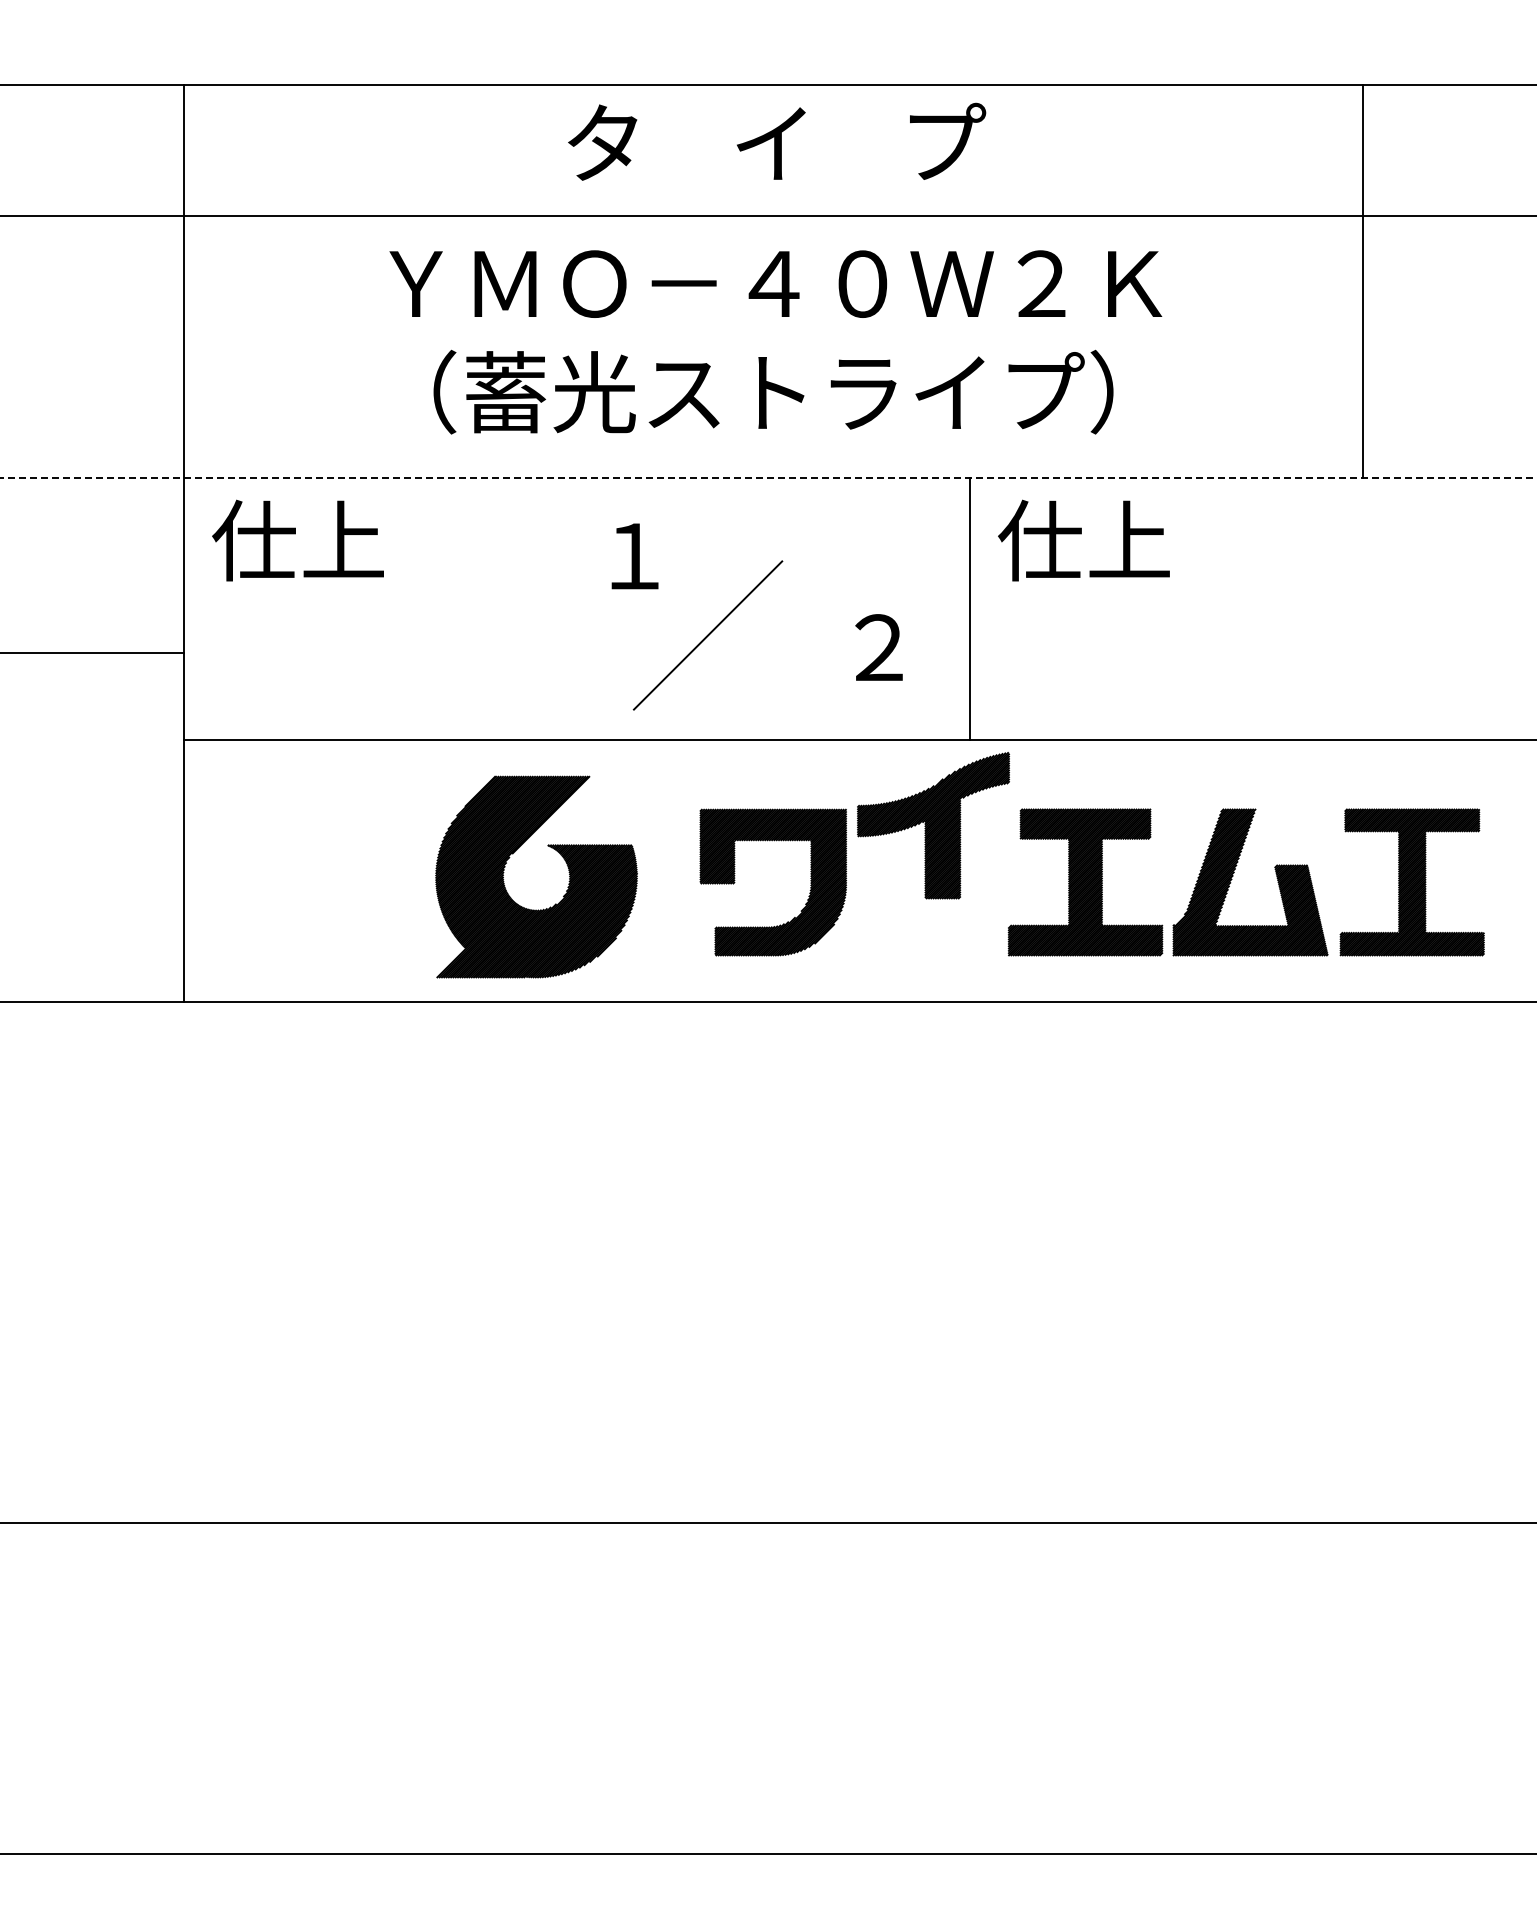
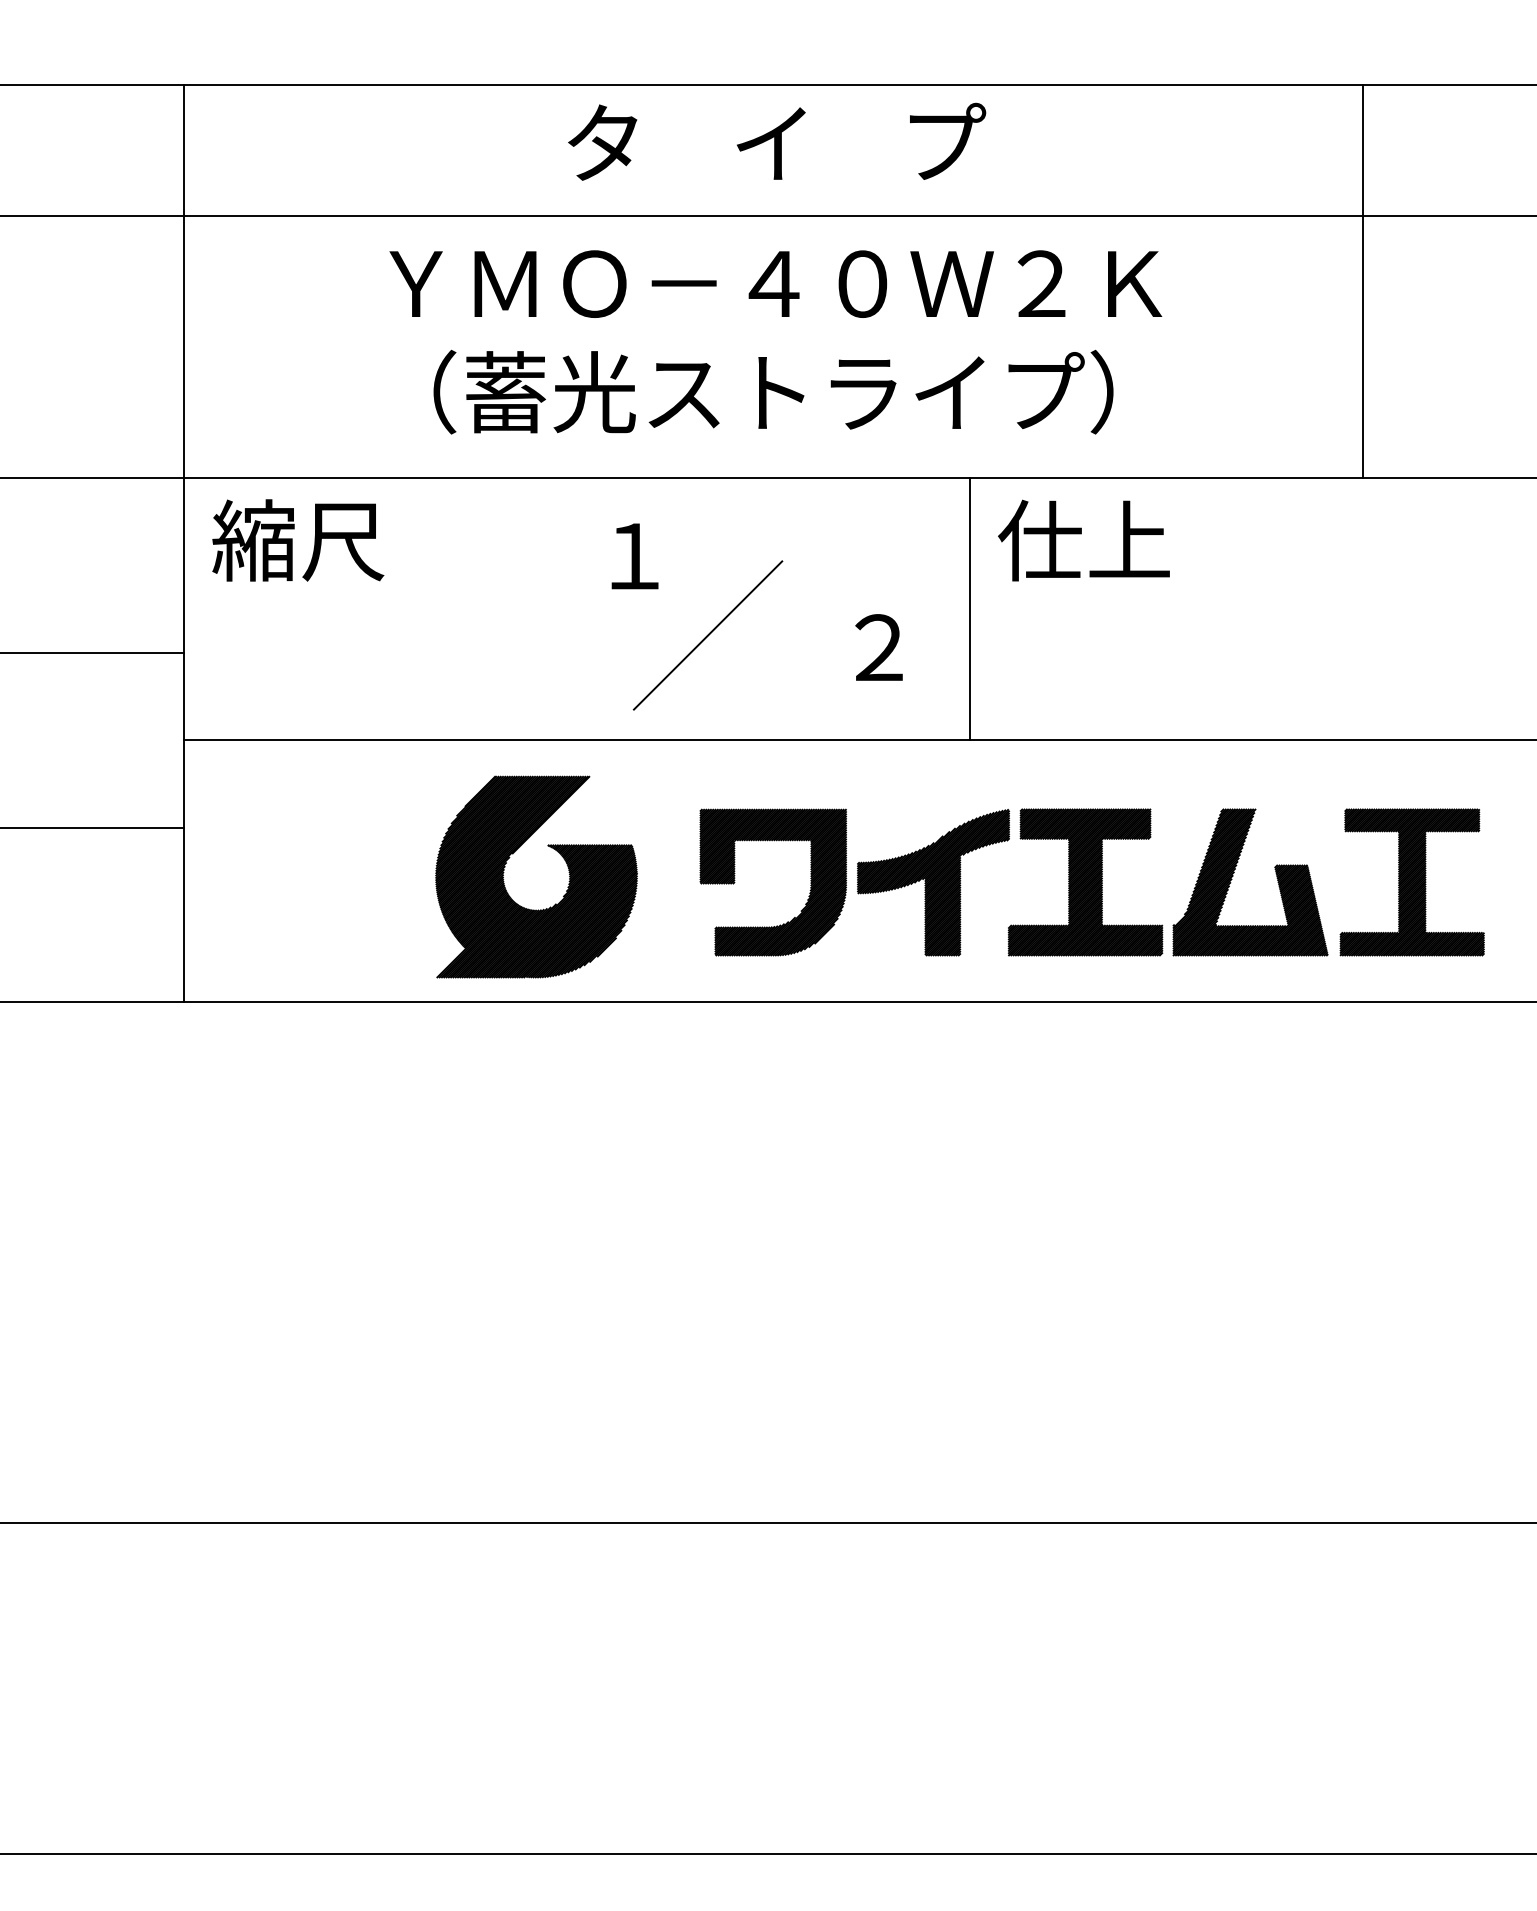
line at (768, 478): dashed -> solid
text at (298, 540): 仕上 -> 縮尺
part at (933, 825) position: (933, 825) -> (933, 882)
line at (93, 827): none -> present
